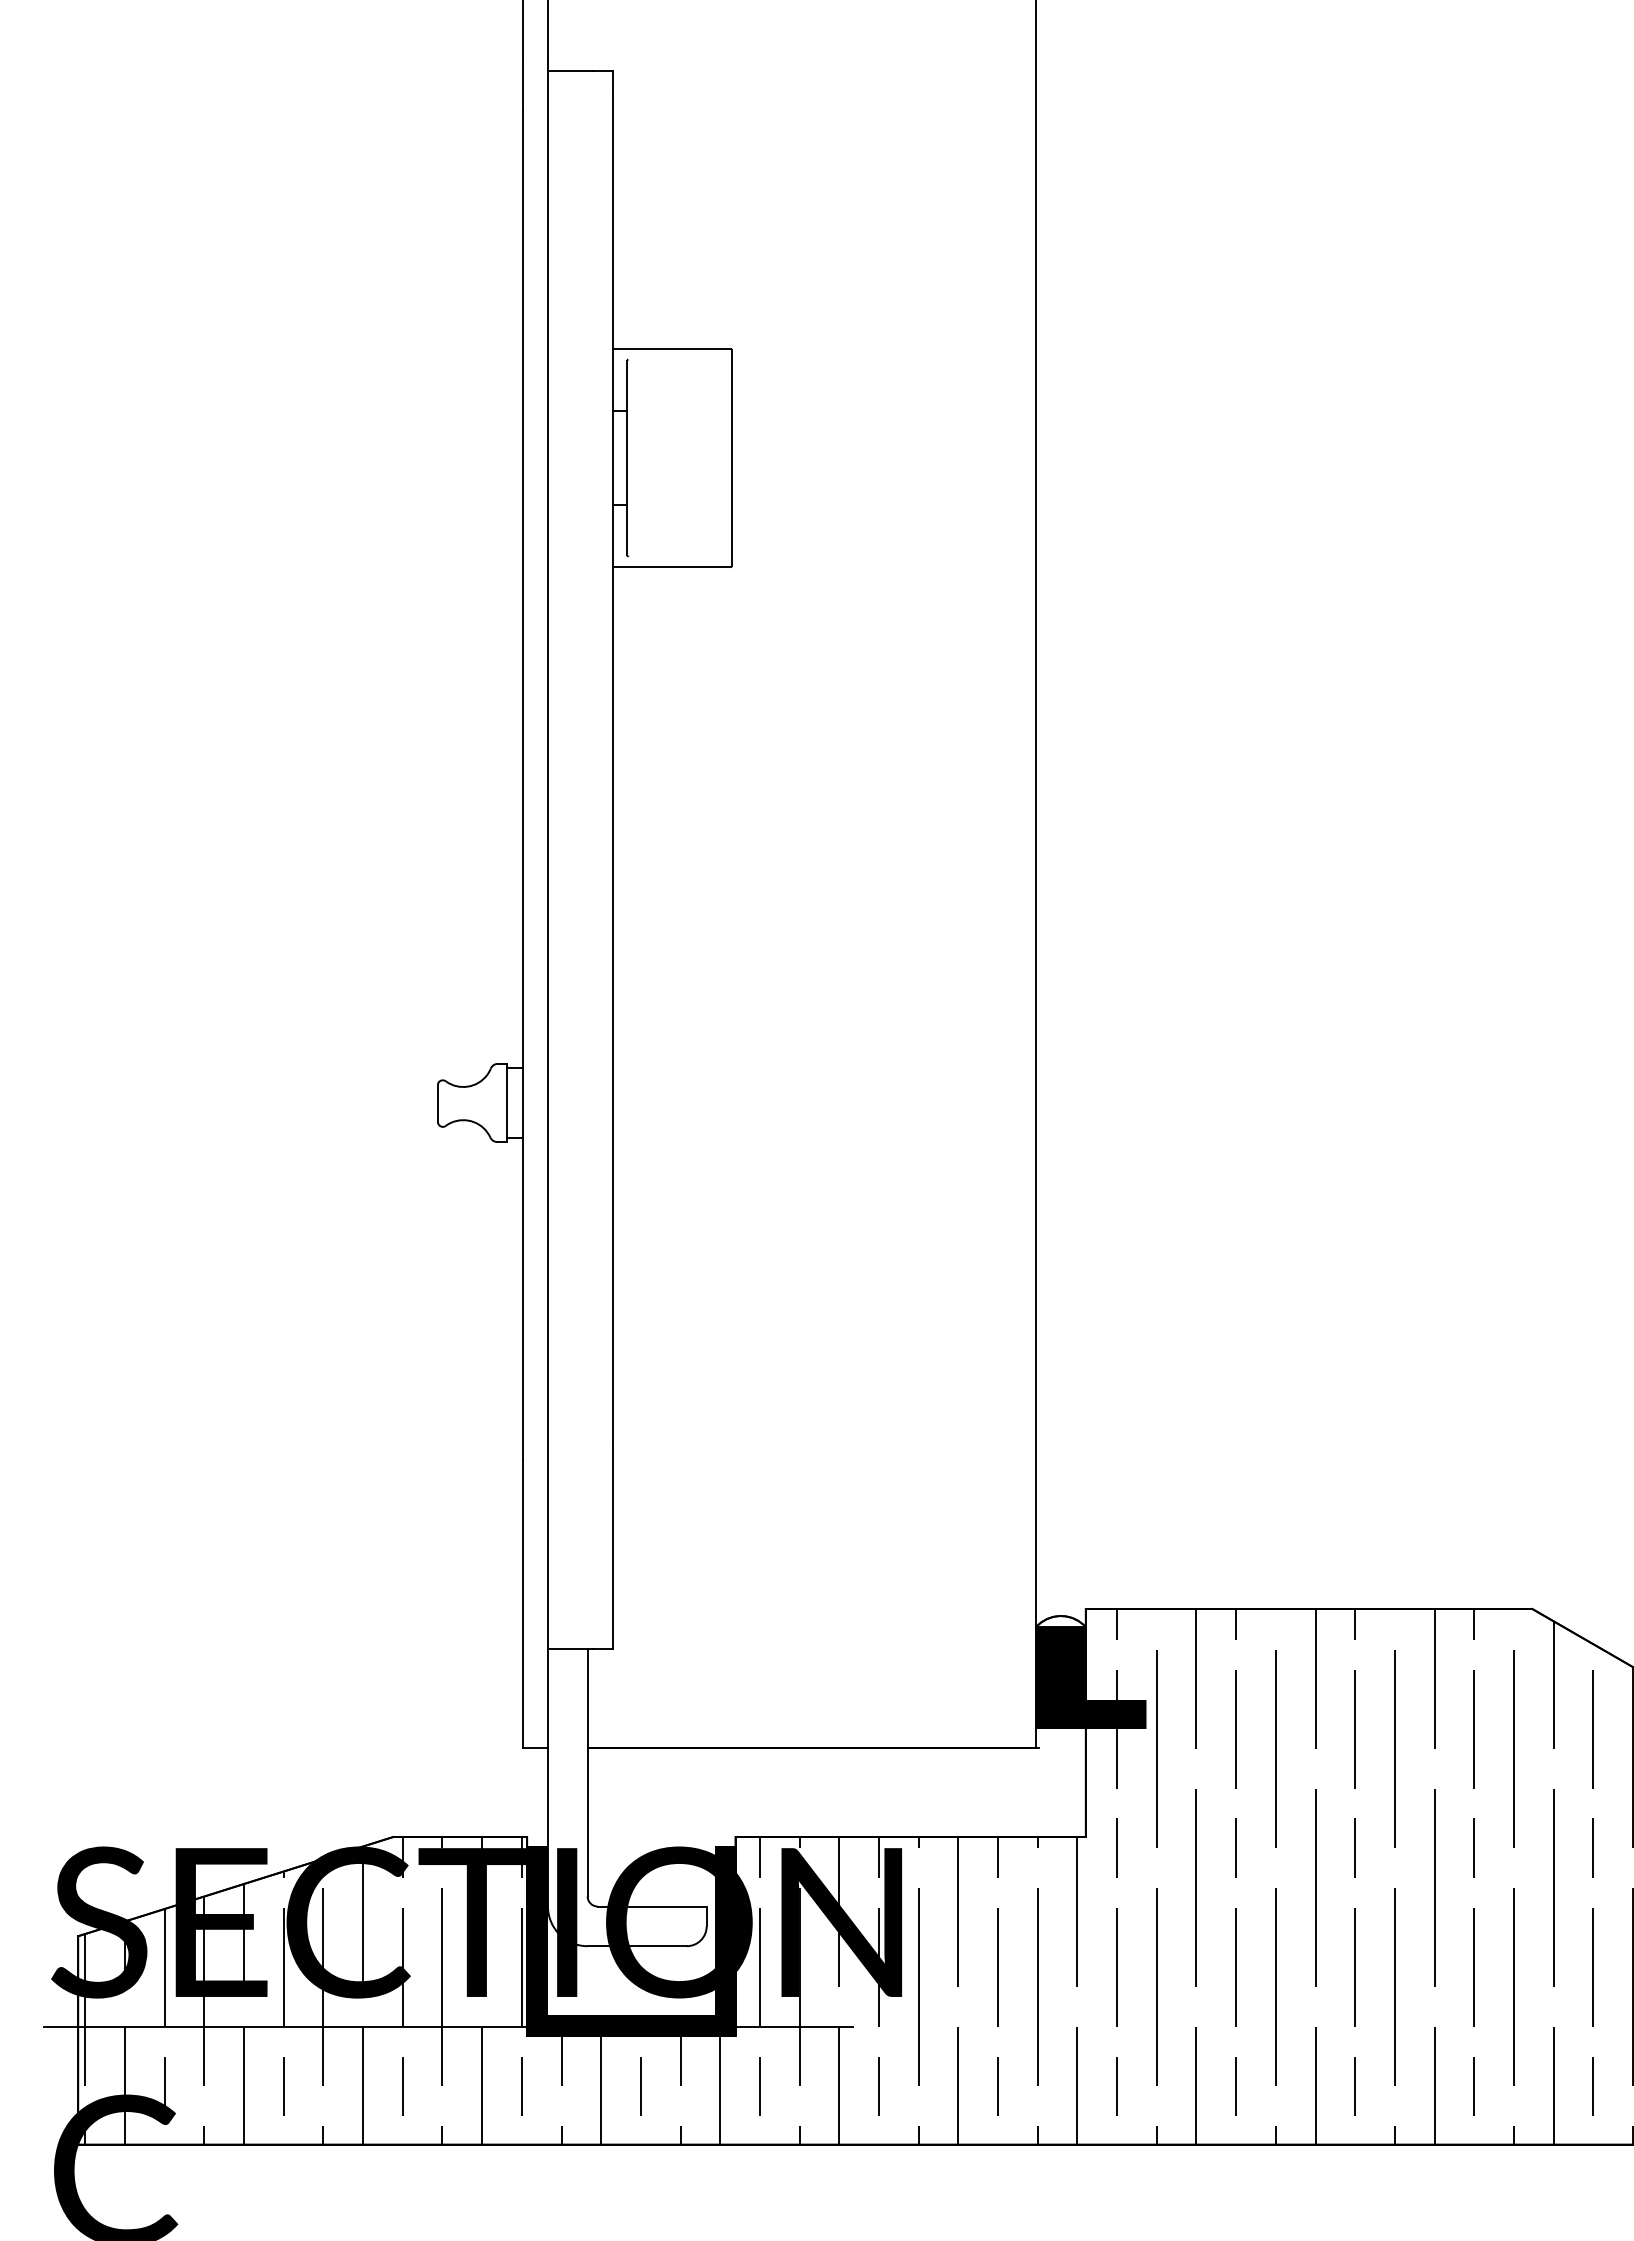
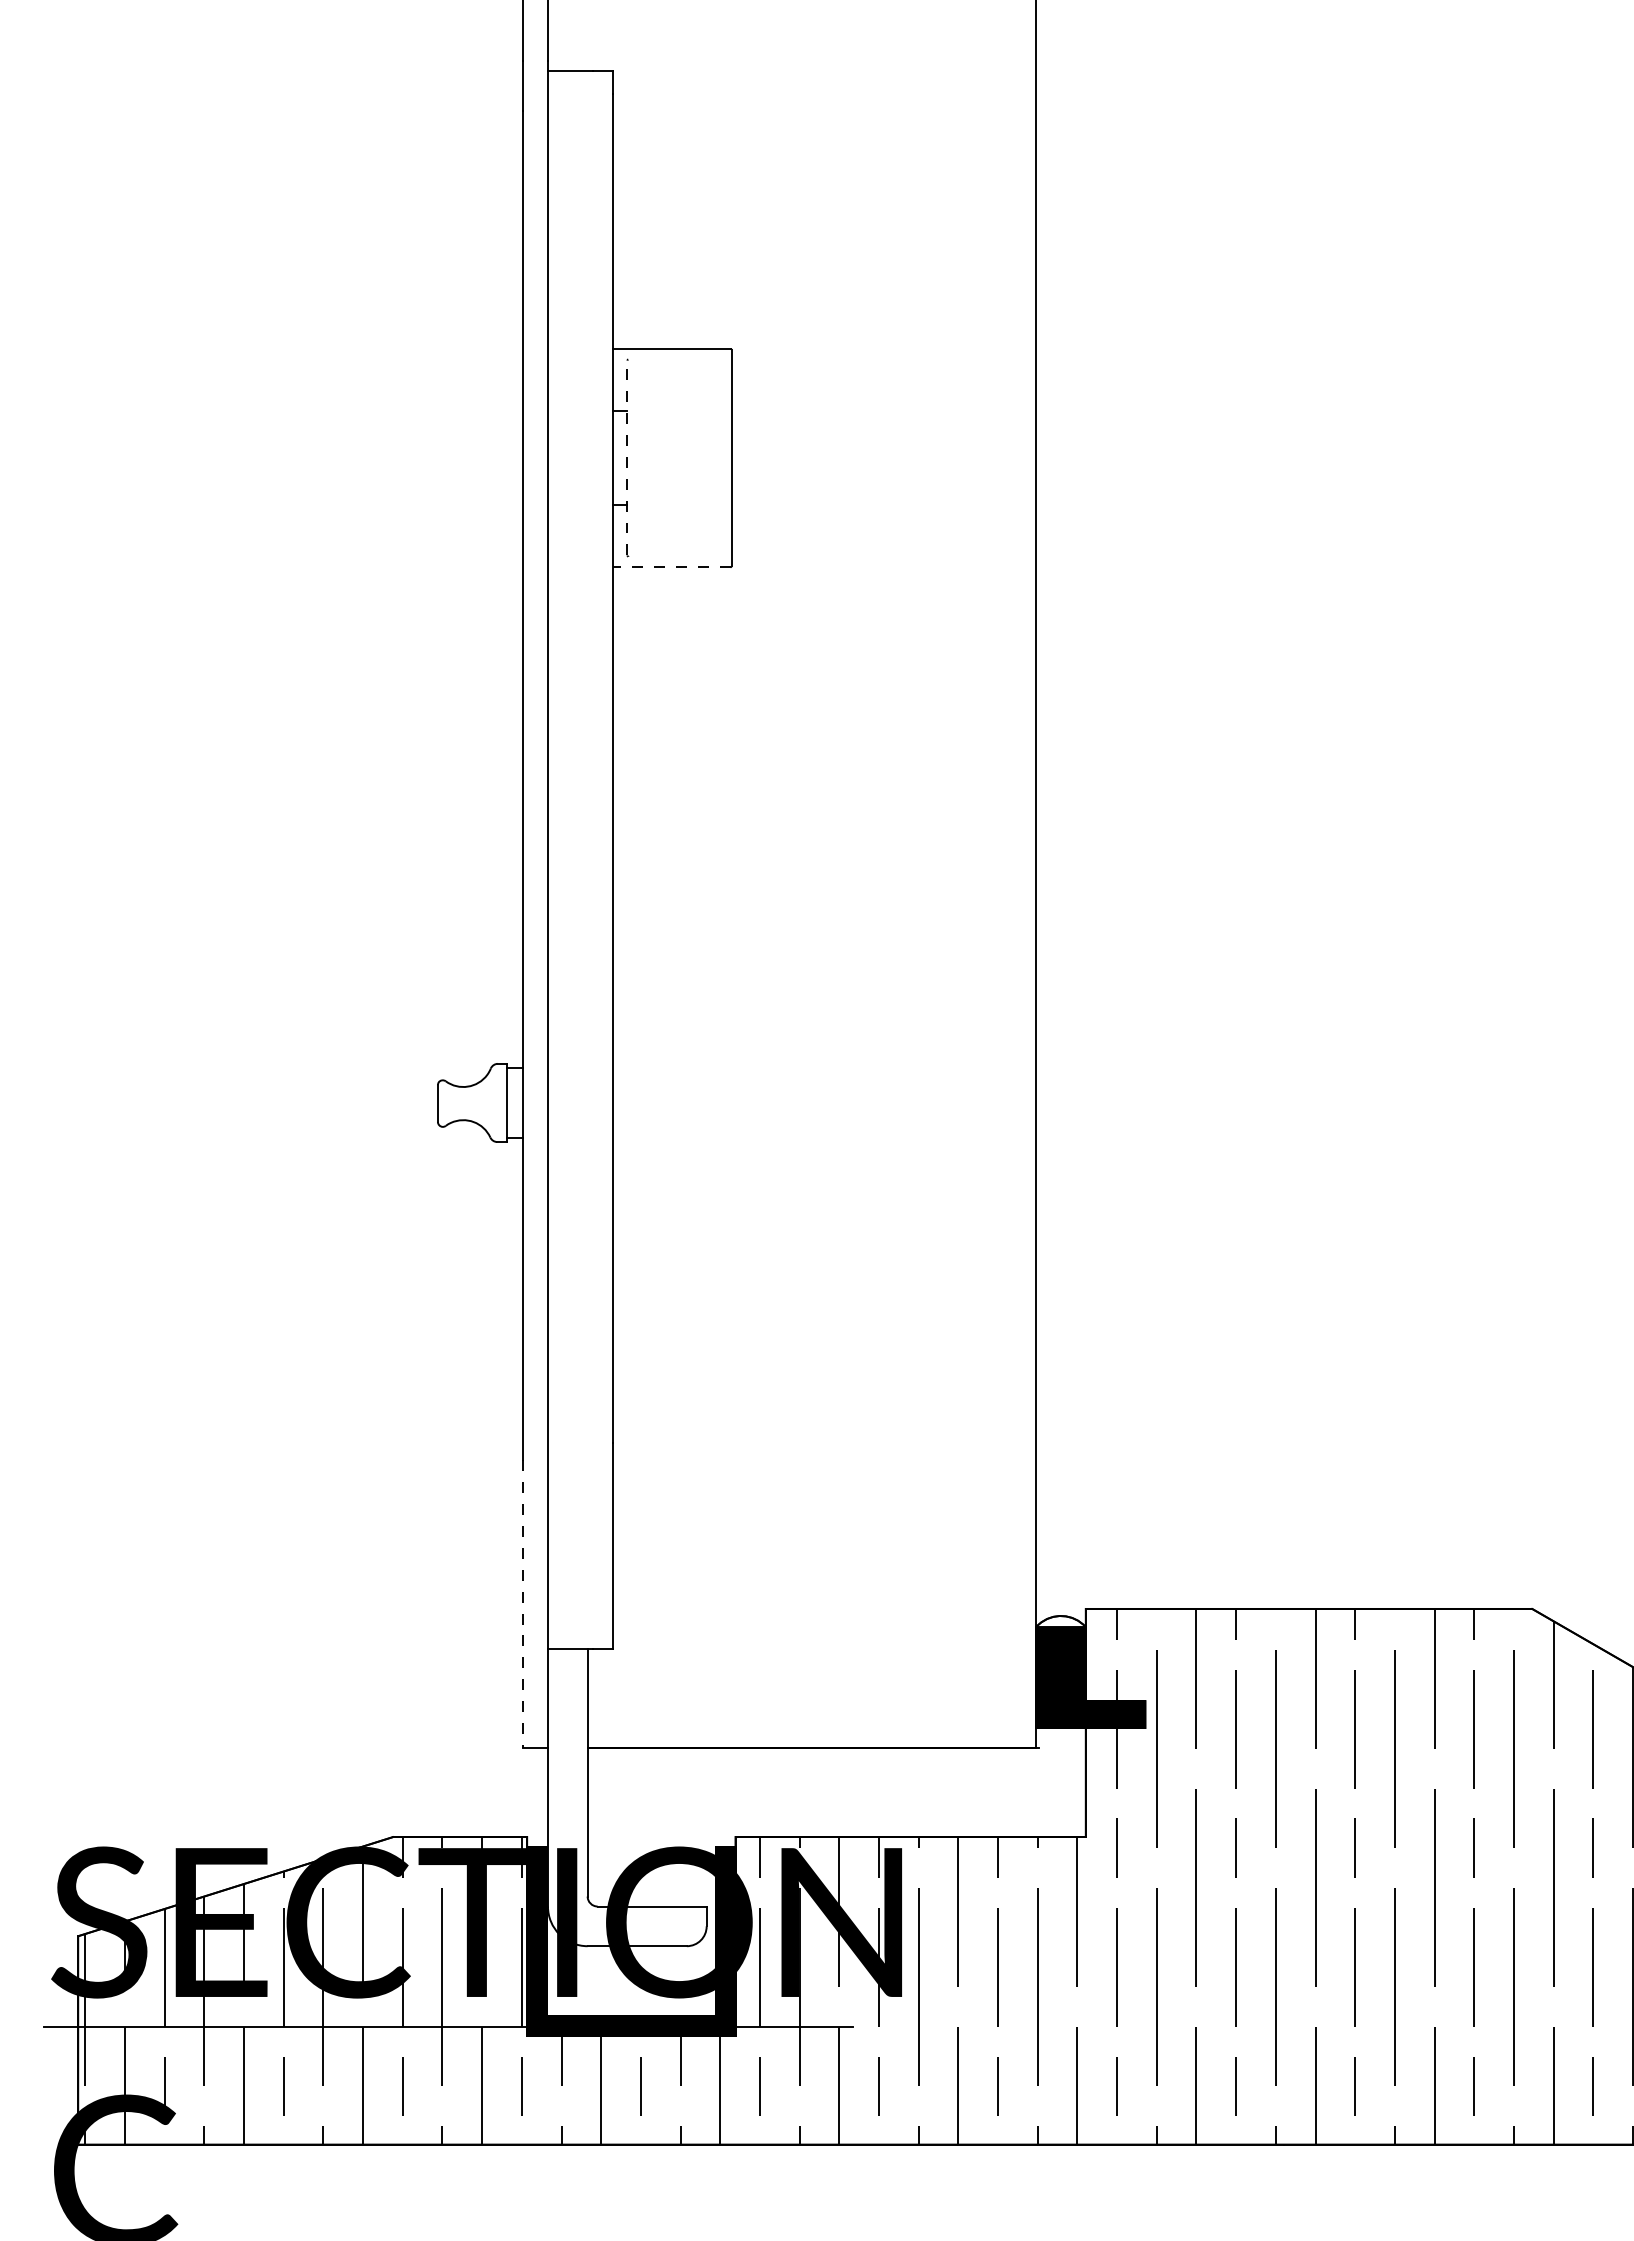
line at (627, 457): solid -> dashed
line at (671, 567): solid -> dashed
line at (523, 1603): solid -> dashed
